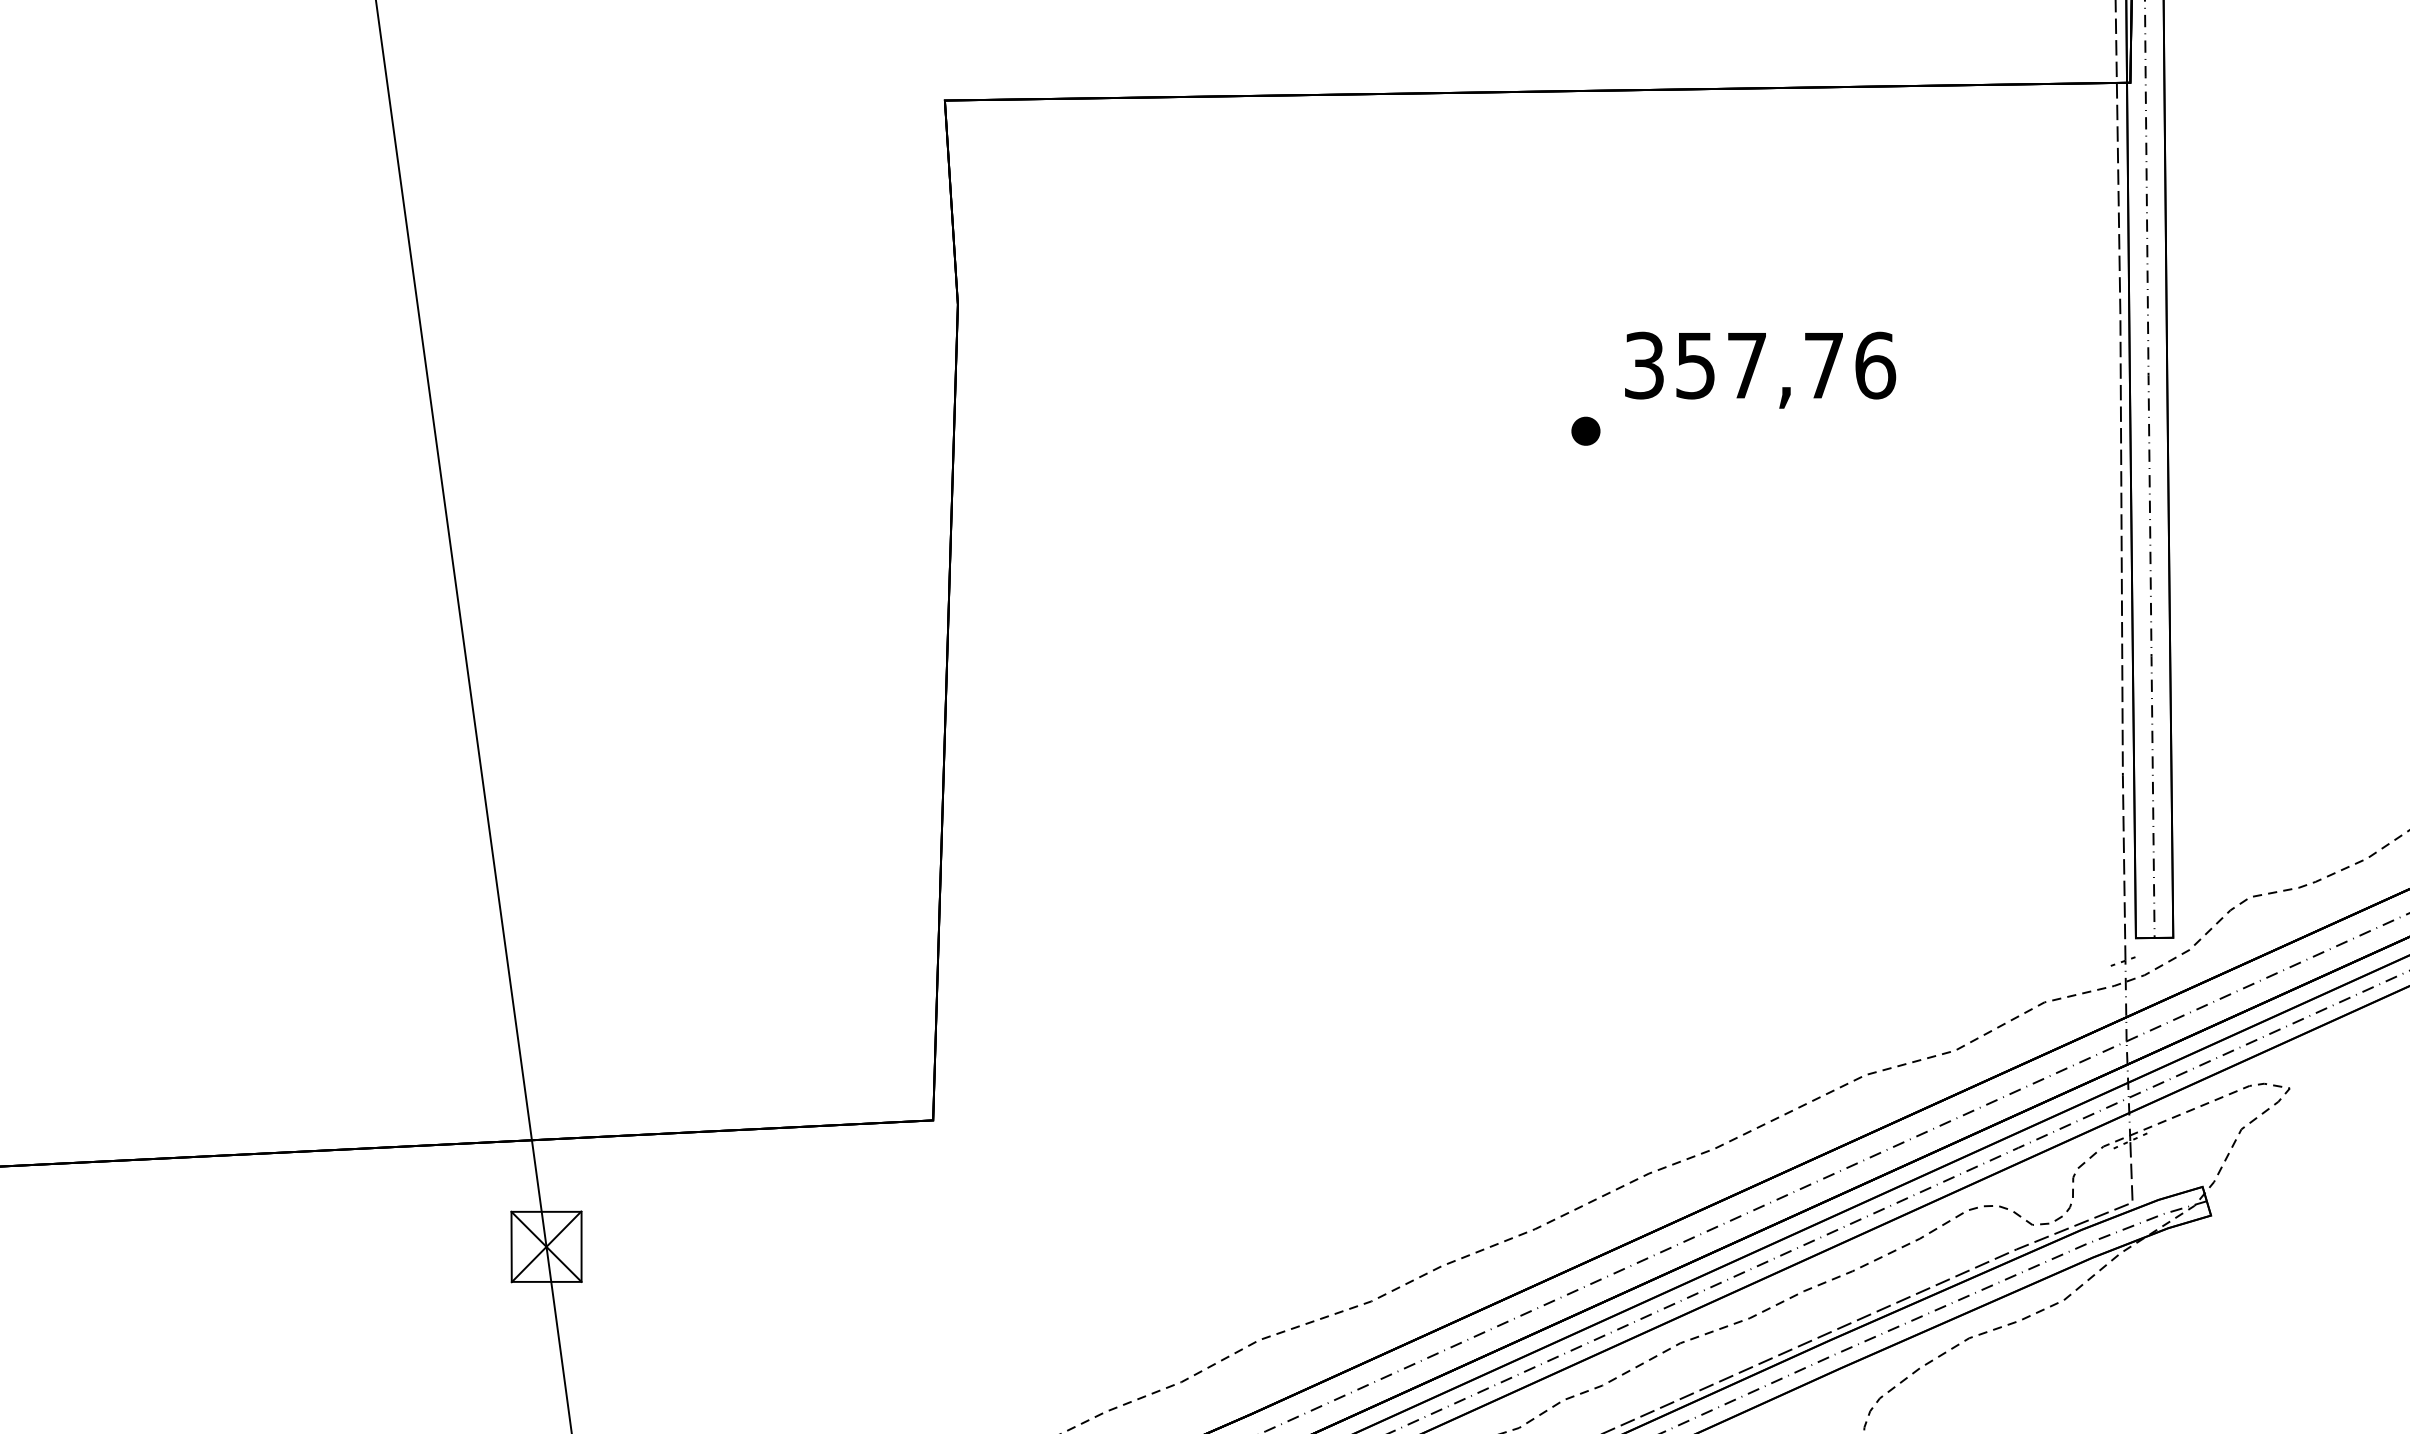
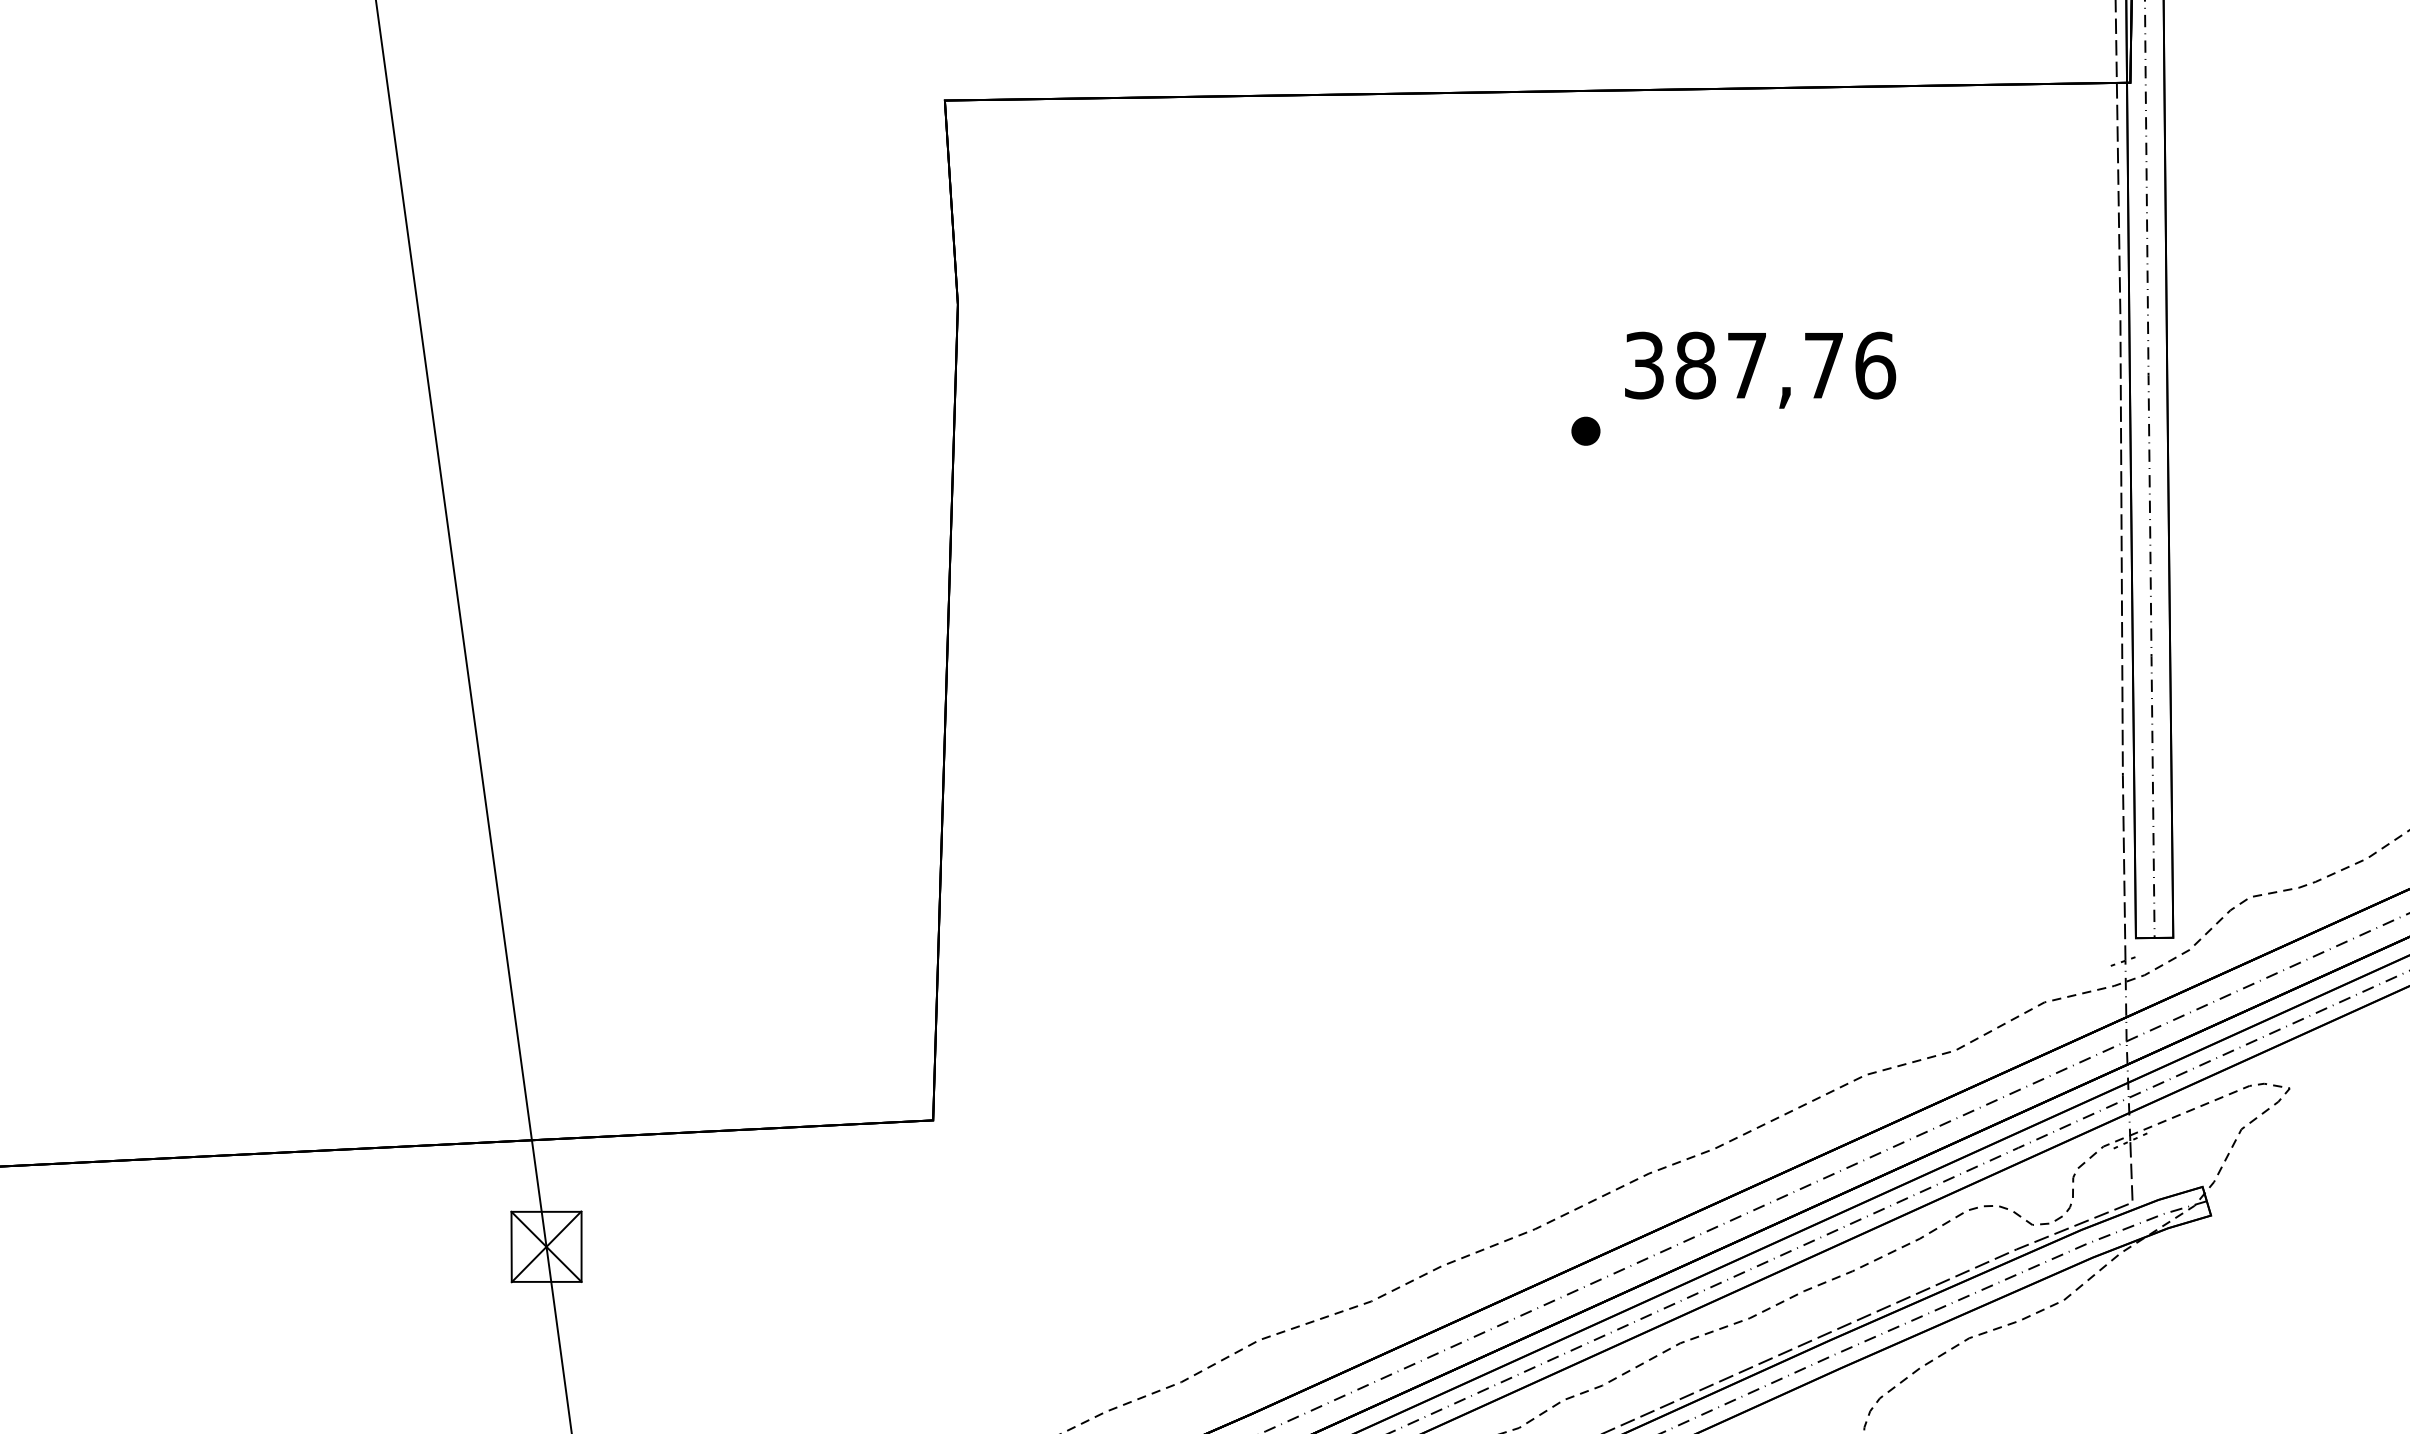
text at (1695, 365): 357,76 -> 387,76
